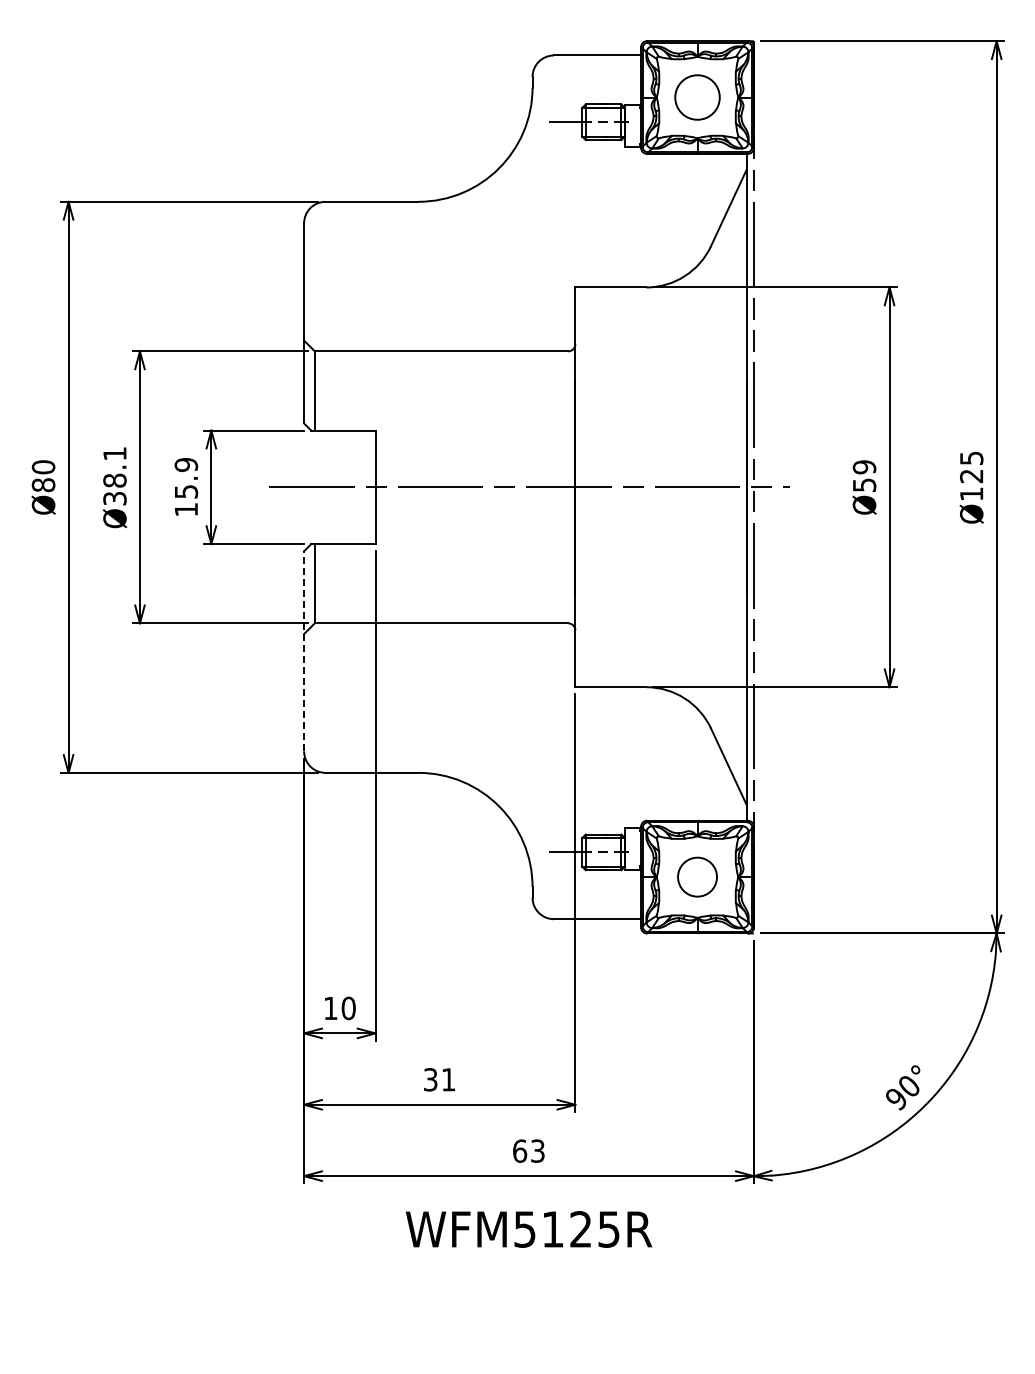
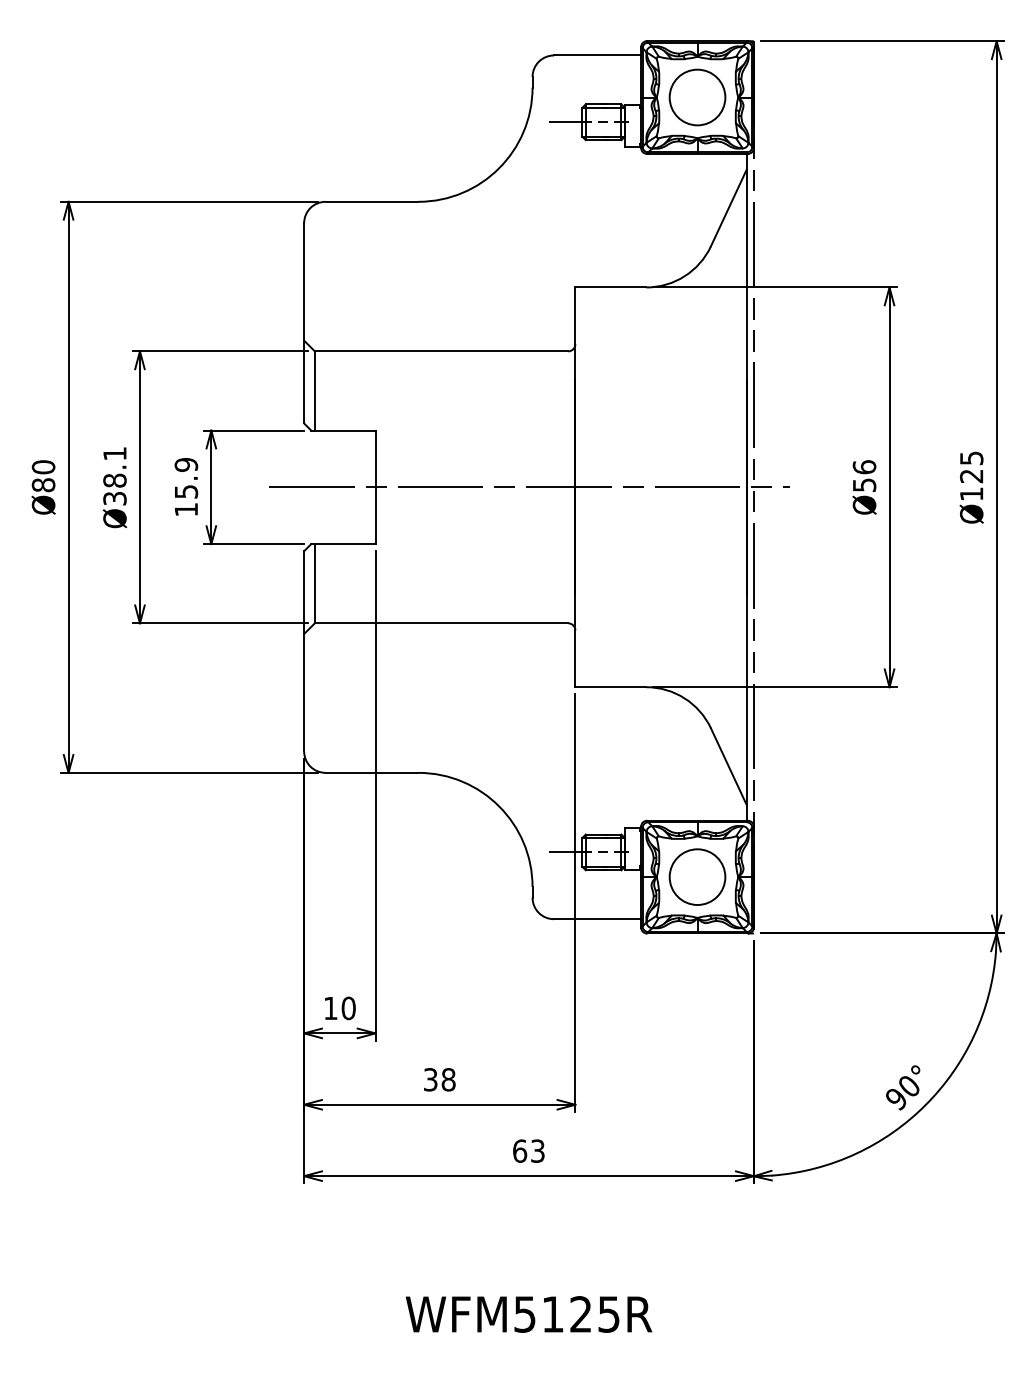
circle at (697, 97) diameter: 45 px -> 56 px
text at (864, 467): Ø59 -> Ø56
line at (304, 650): dashed -> solid
circle at (697, 876) diameter: 39 px -> 56 px
text at (448, 1079): 31 -> 38
text at (528, 1229) position: (528, 1229) -> (528, 1314)
